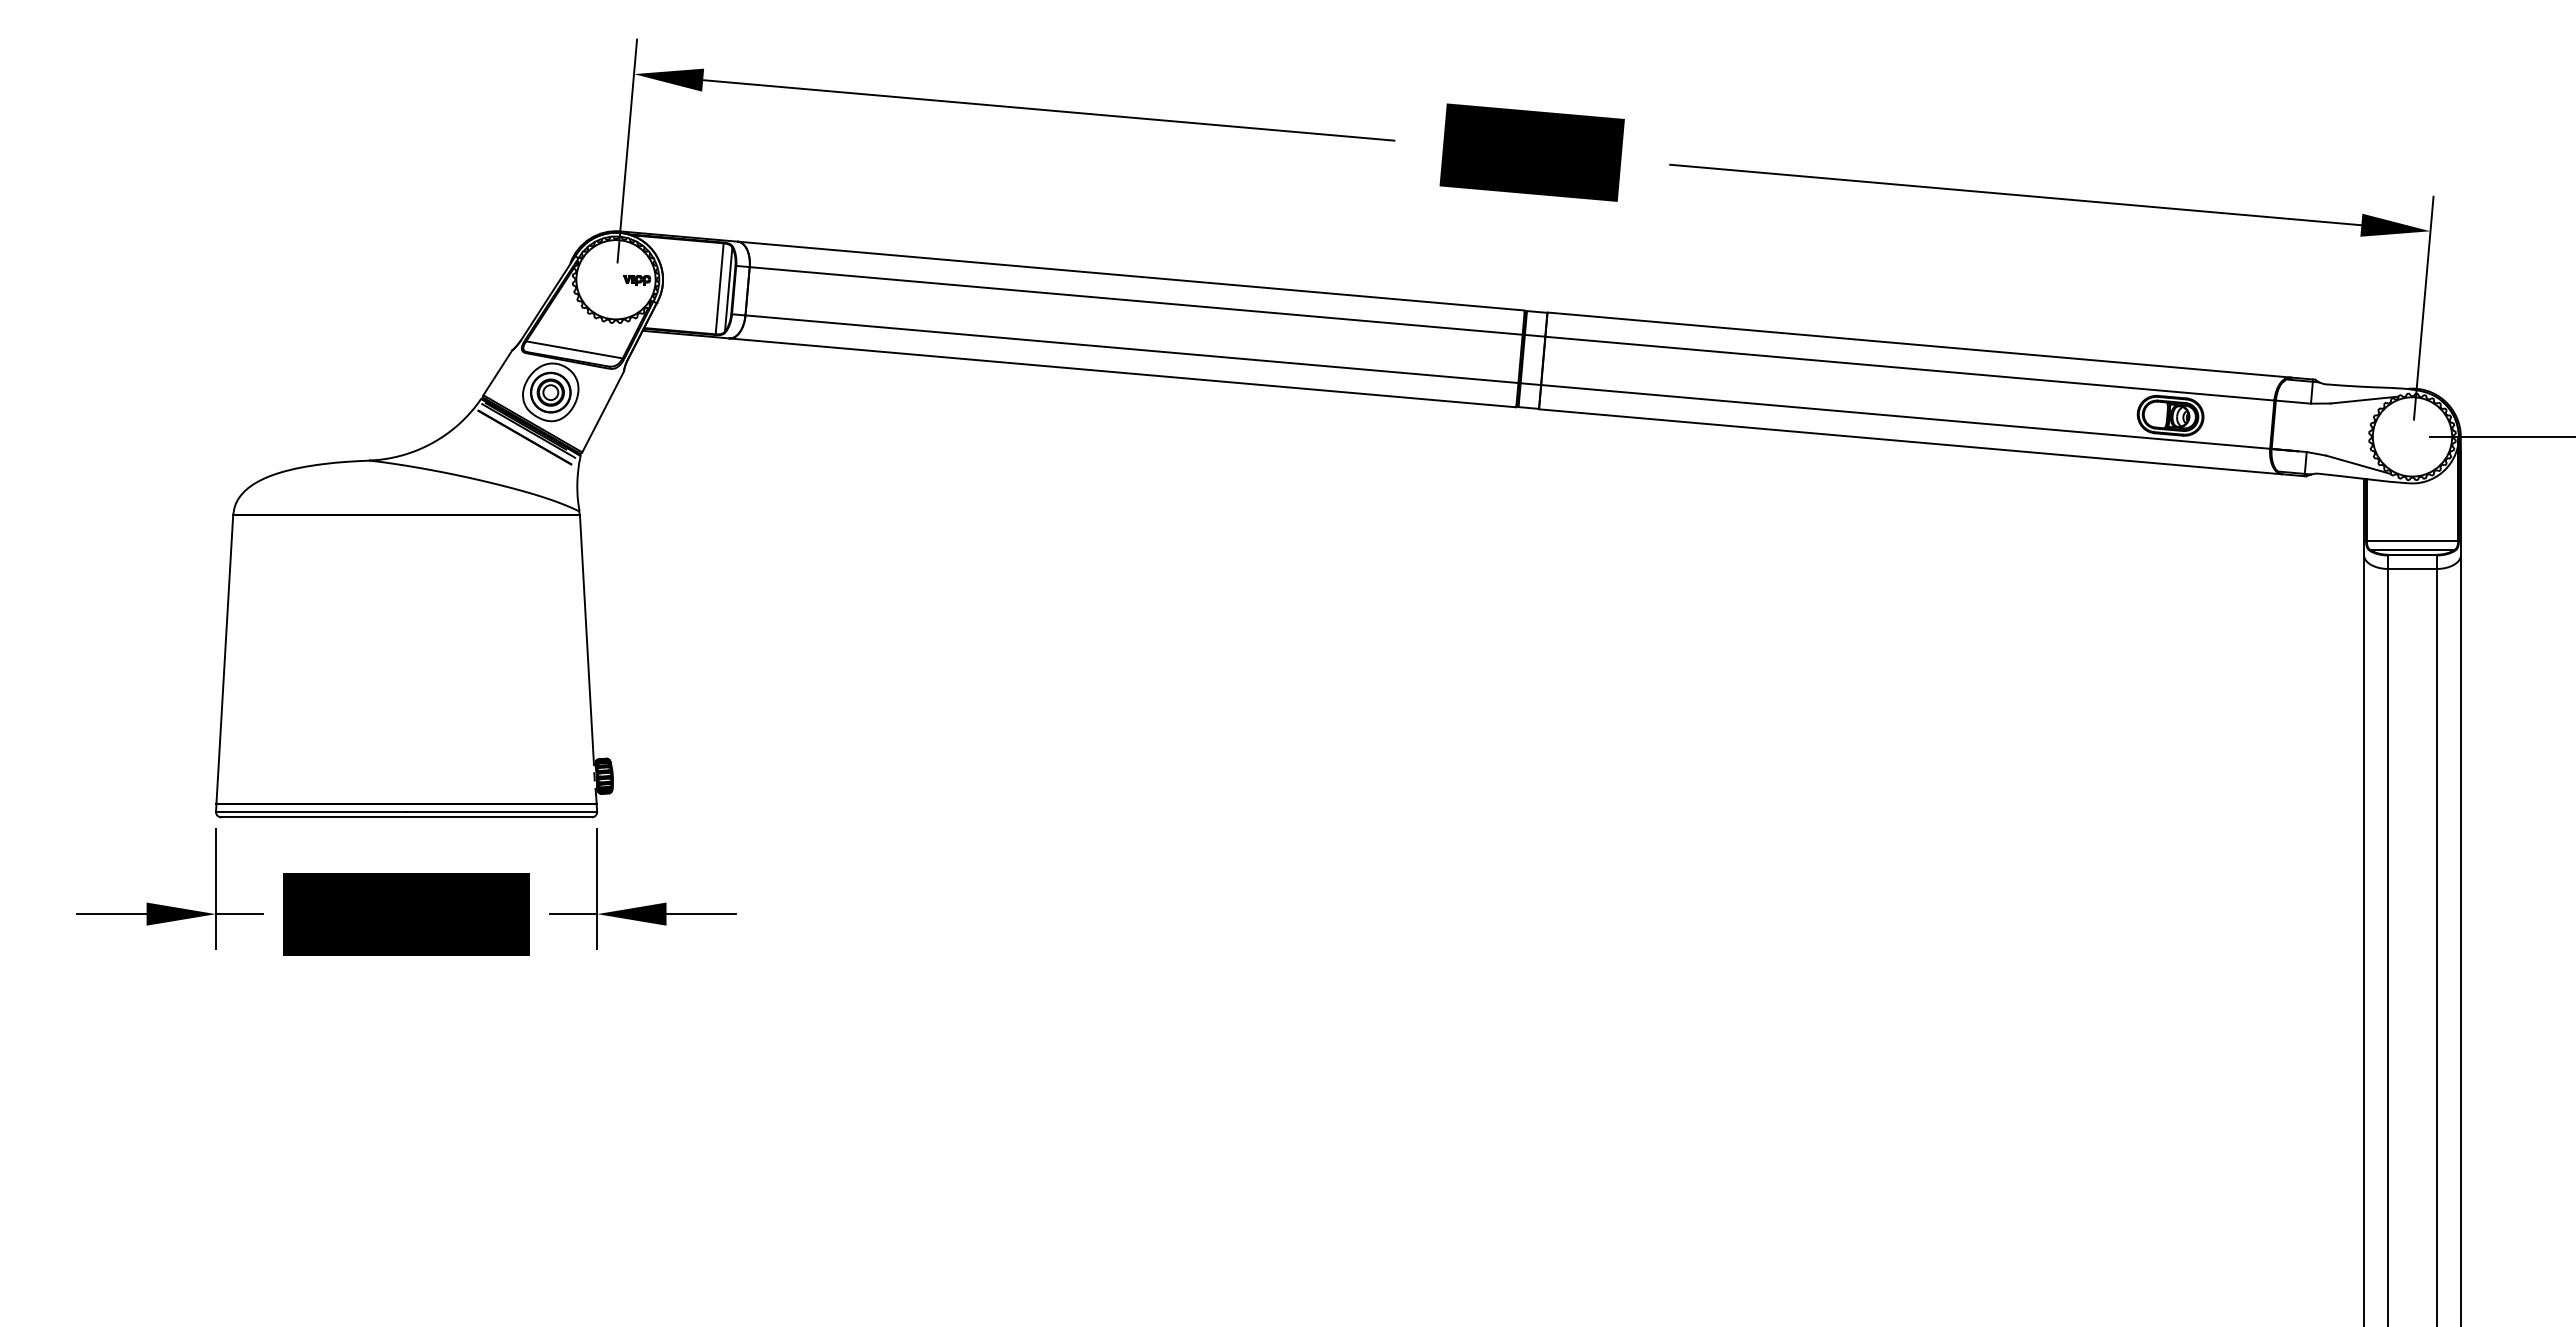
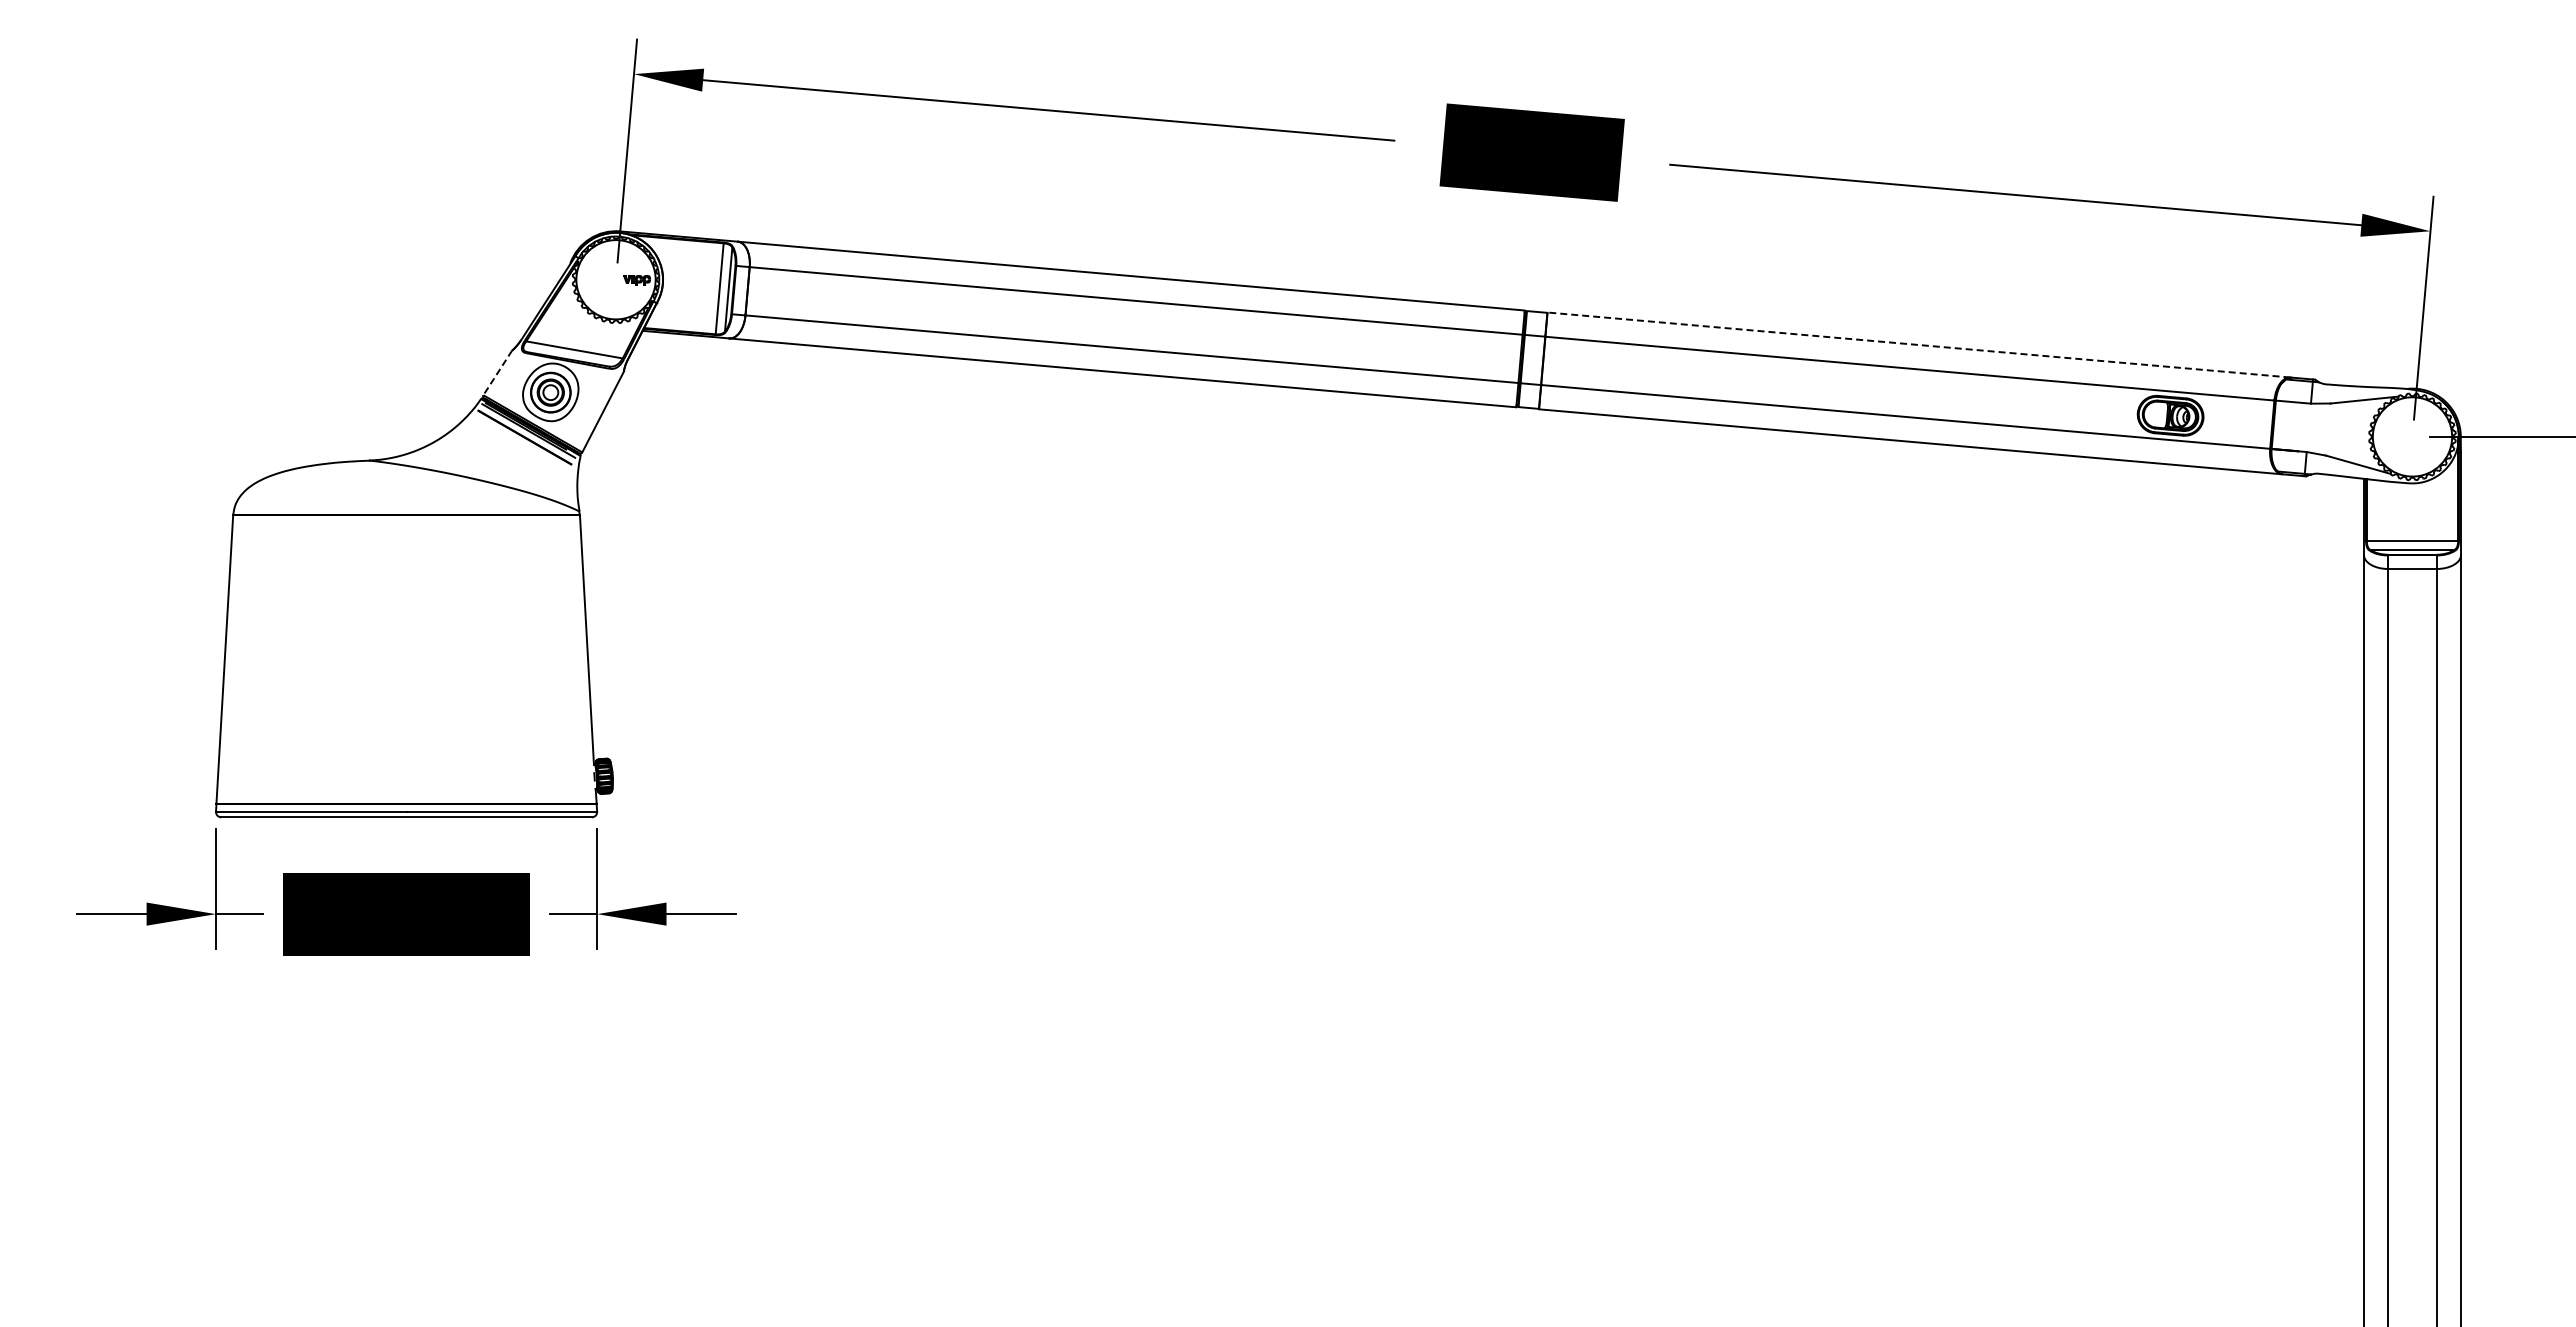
line at (1919, 345): solid -> dashed
line at (497, 372): solid -> dashed
